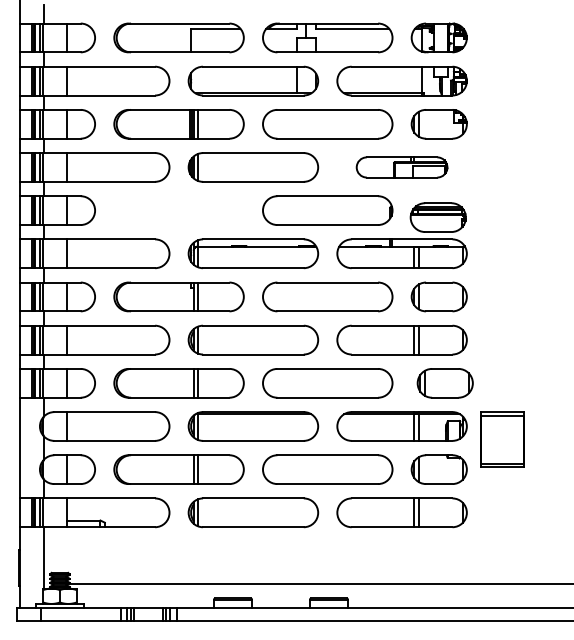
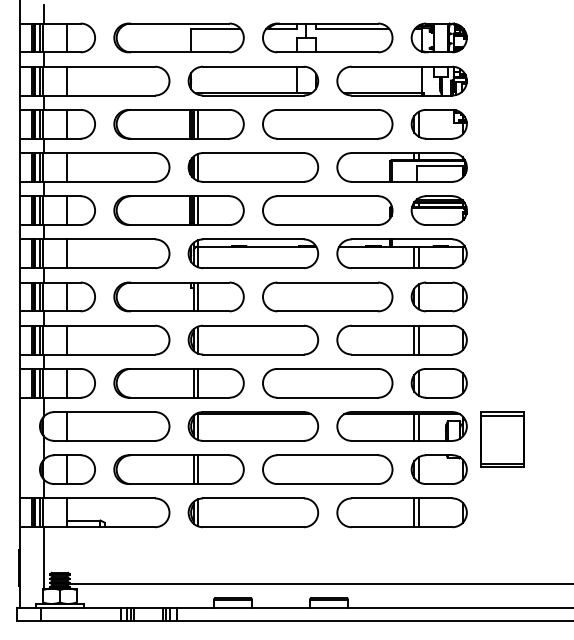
part at (401, 167) size: 94x23 px -> 132x31 px
part at (178, 210): none -> present
part at (437, 217) position: (437, 217) -> (438, 210)
part at (444, 383) position: (444, 383) -> (438, 383)
